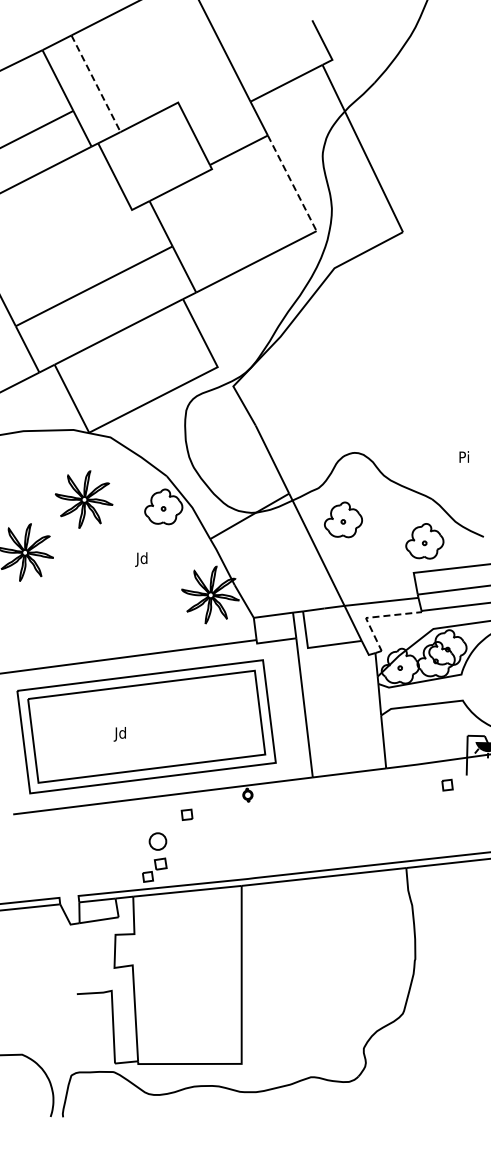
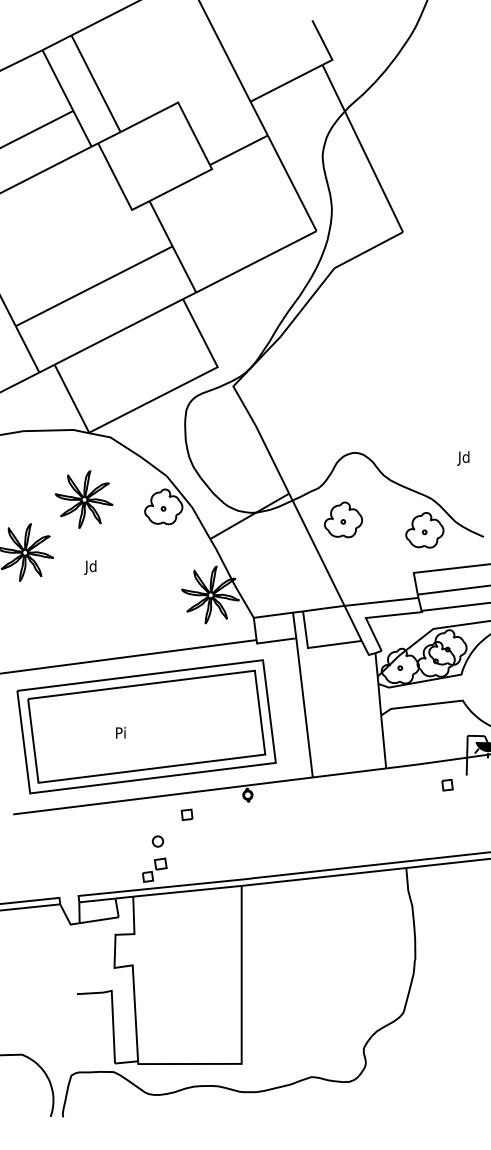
line at (96, 84): dashed -> solid
line at (292, 183): dashed -> solid
text at (463, 458): Pi -> Jd
part at (424, 541) position: (424, 541) -> (424, 530)
text at (141, 559) position: (141, 559) -> (90, 567)
line at (376, 616): dashed -> solid
text at (119, 734): Jd -> Pi
circle at (157, 841) size: 20x19 px -> 14x13 px
